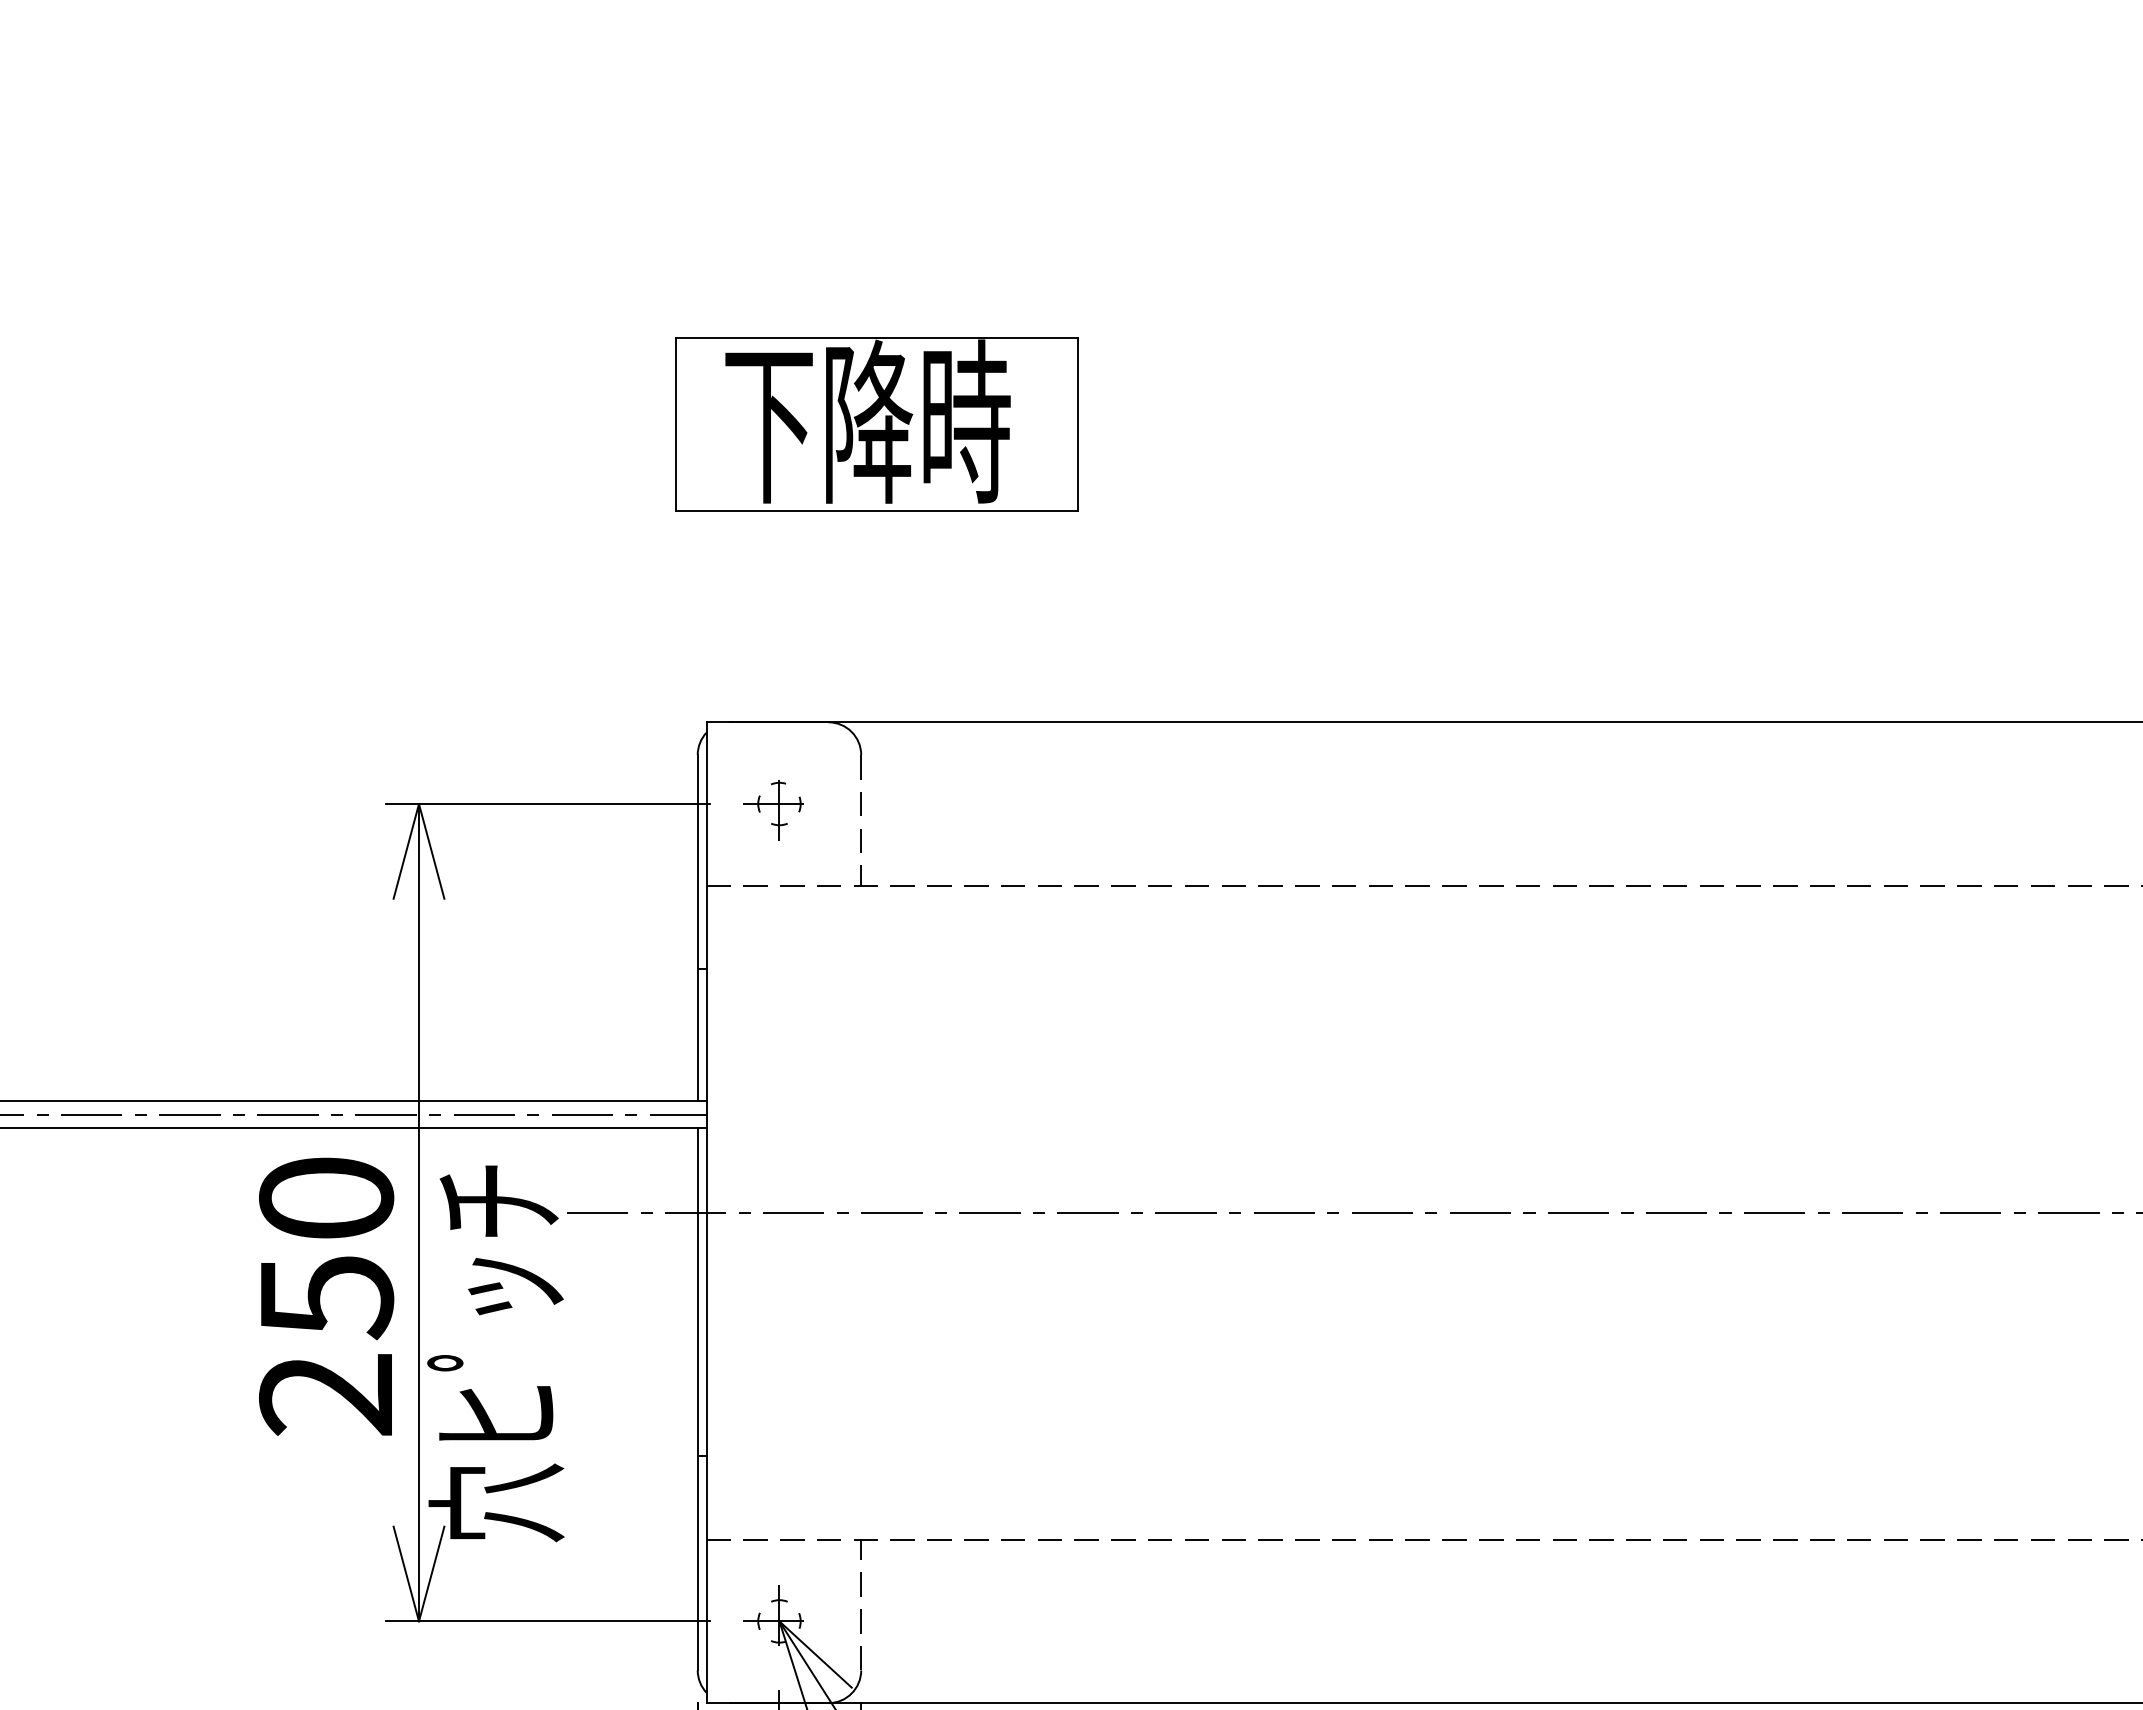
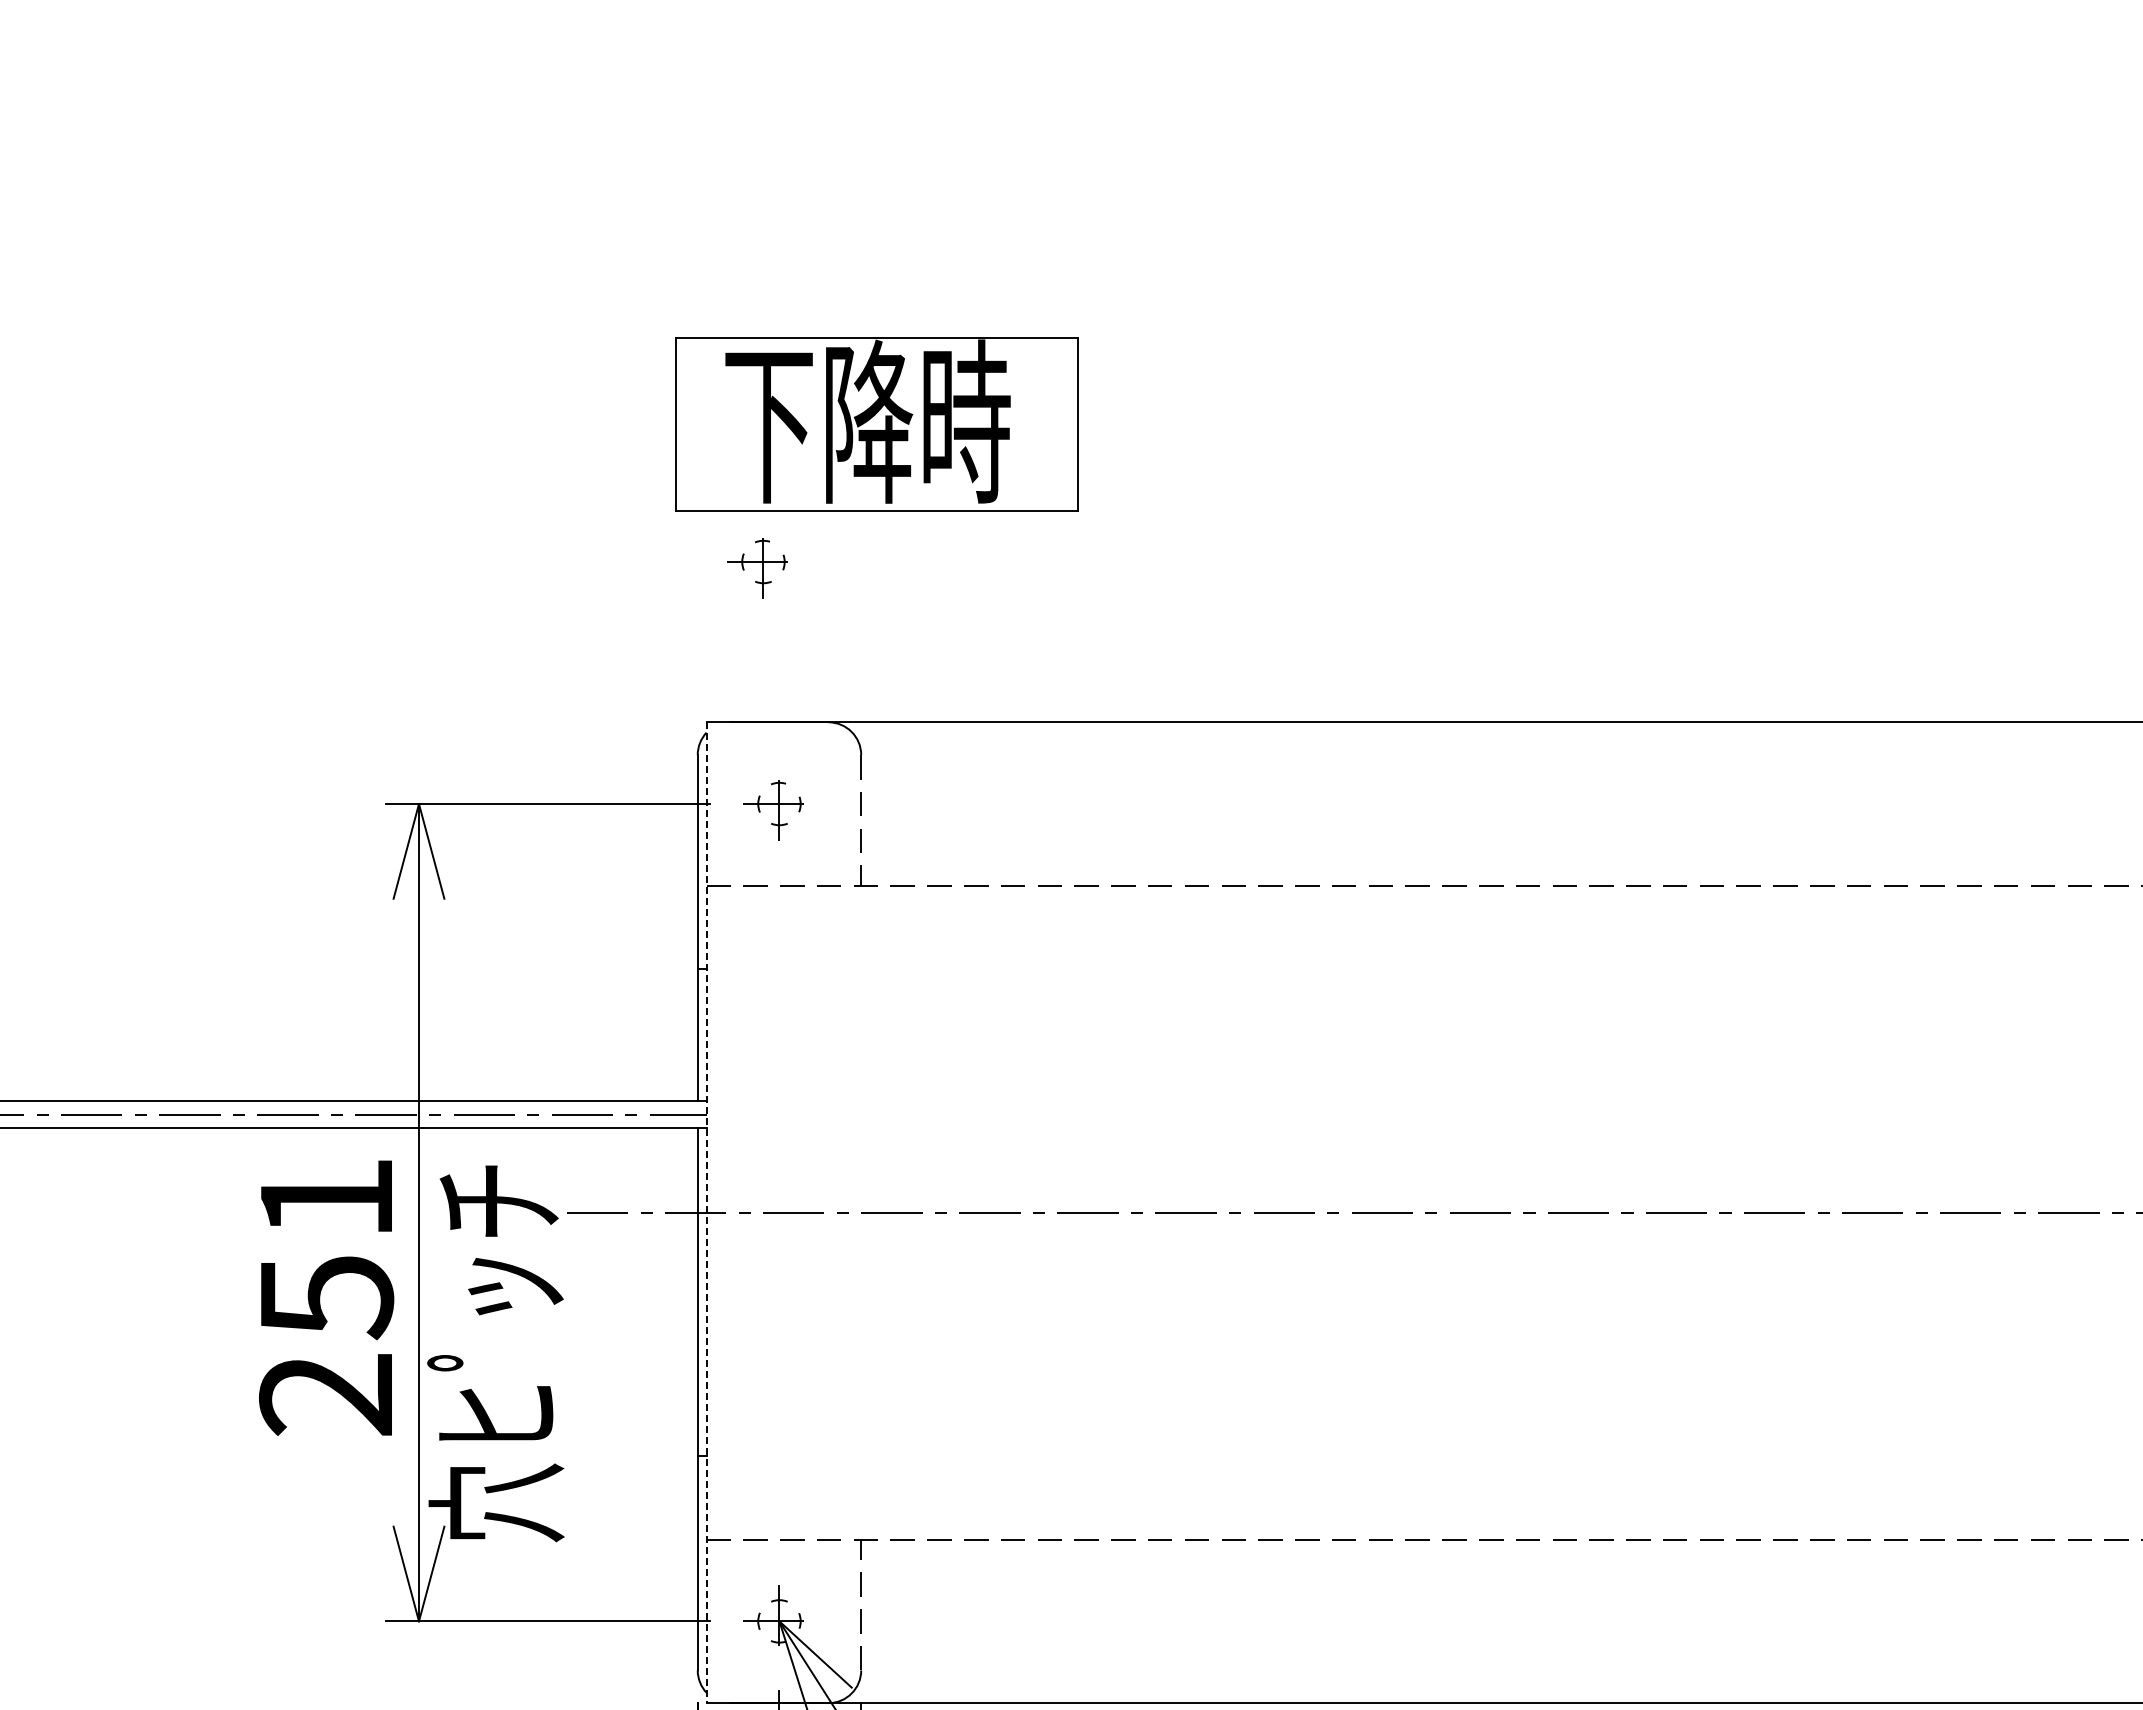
part at (757, 568): none -> present
text at (326, 1197): 250 -> 251
line at (706, 1213): solid -> dashed
